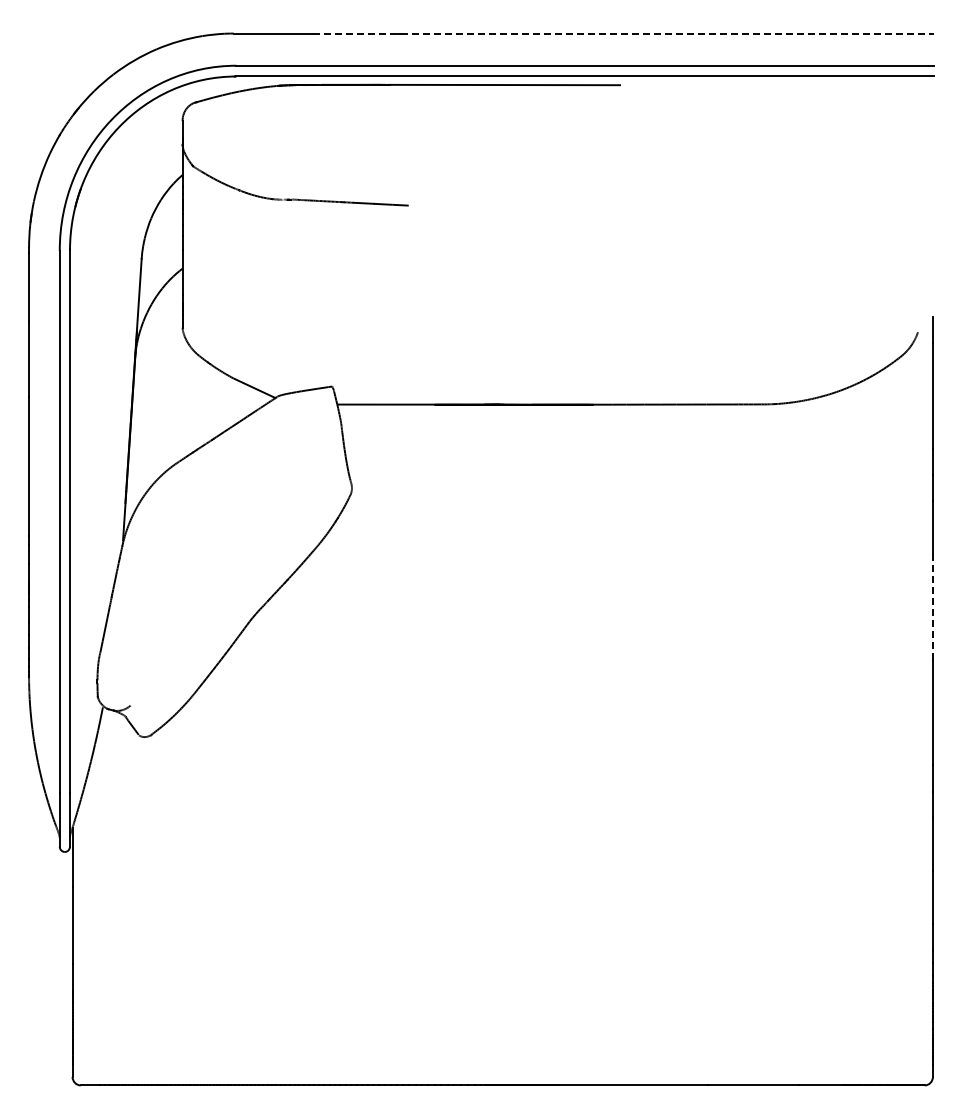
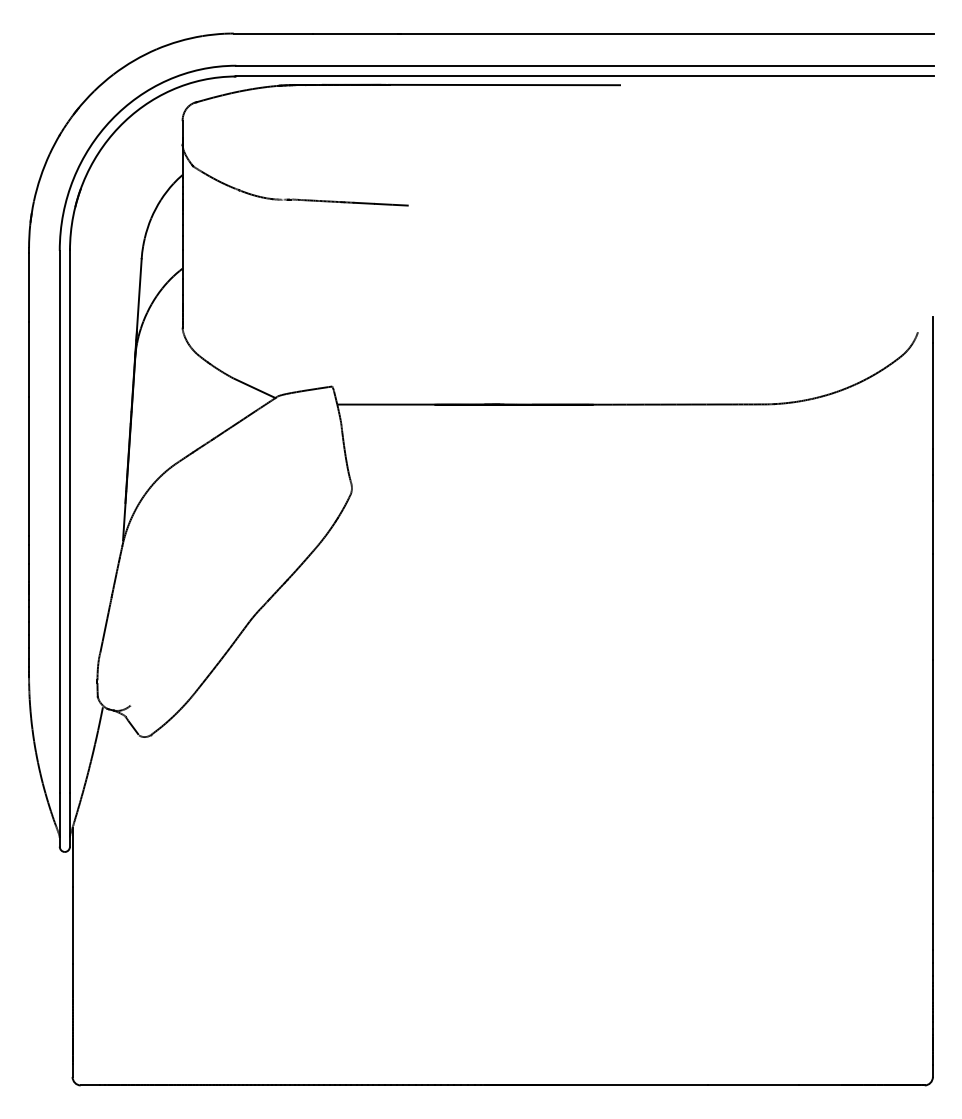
line at (623, 33): dashed -> solid
line at (932, 606): dashed -> solid
